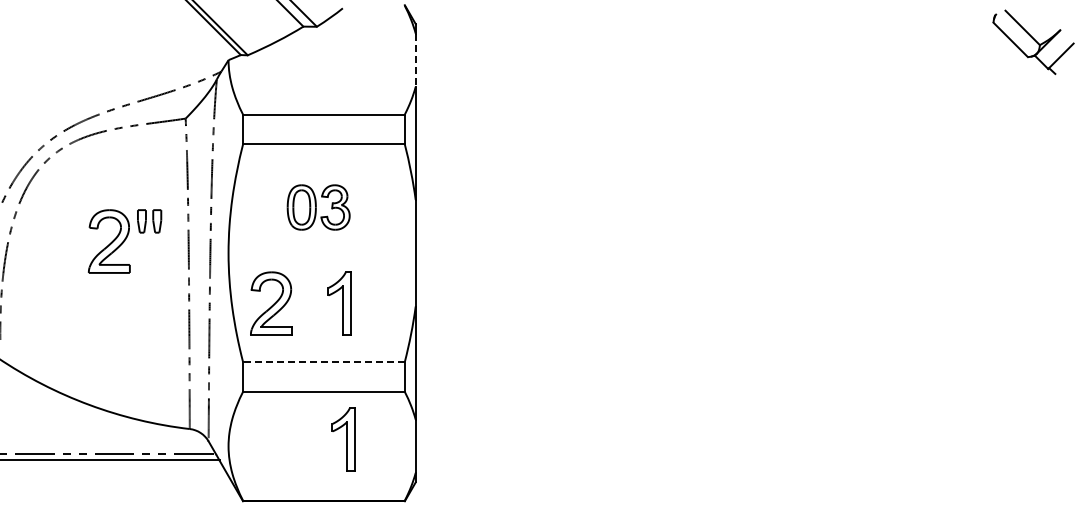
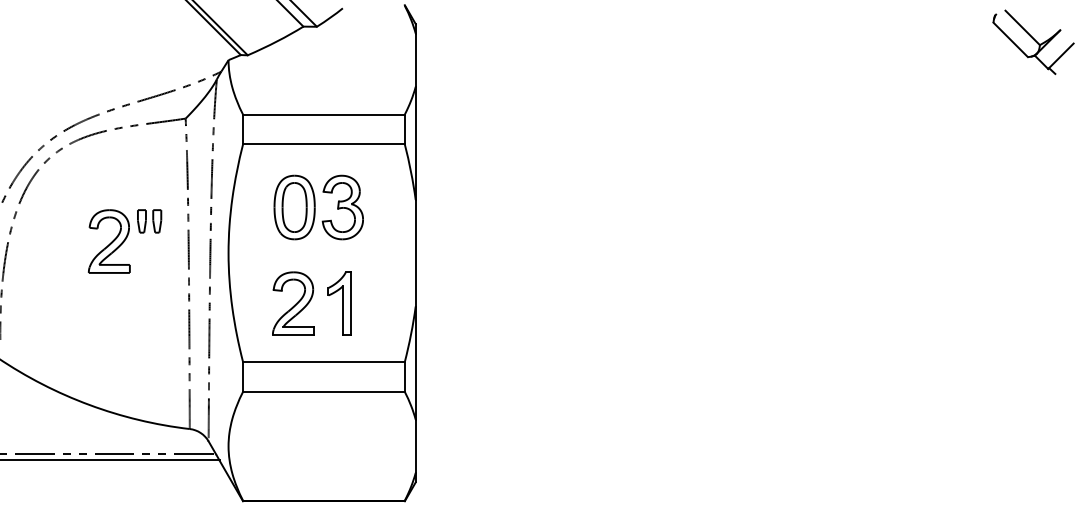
line at (415, 60): dashed -> solid
part at (318, 207) size: 65x47 px -> 91x67 px
part at (271, 303) position: (271, 303) -> (293, 303)
line at (323, 362): dashed -> solid
part at (343, 439): present -> none
